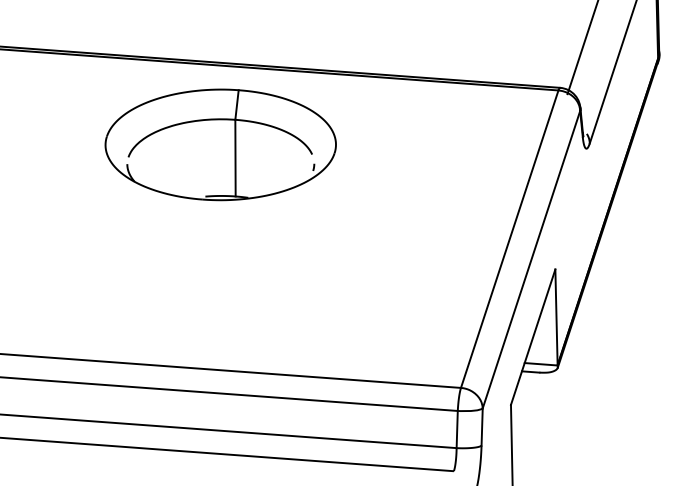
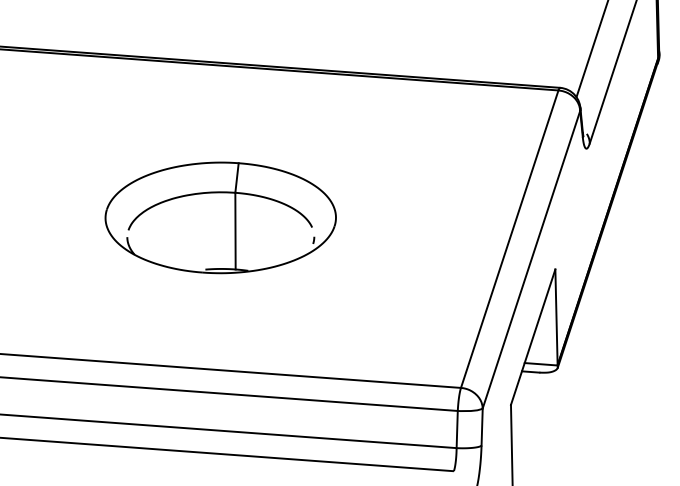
line at (582, 48) position: (582, 48) -> (591, 49)
part at (220, 144) position: (220, 144) -> (220, 217)
